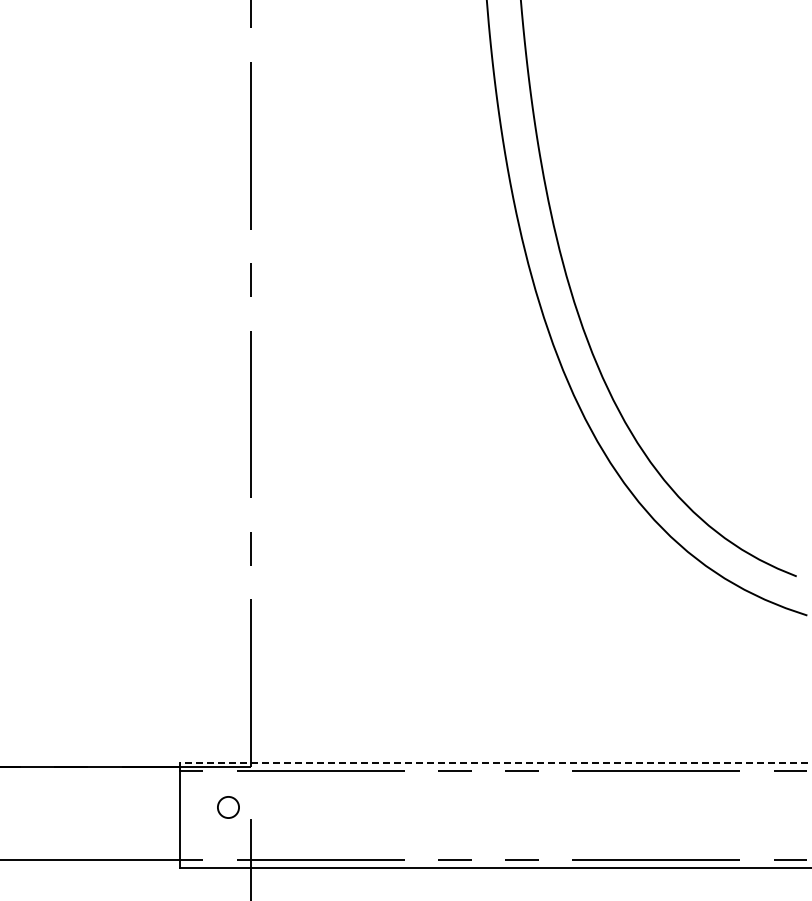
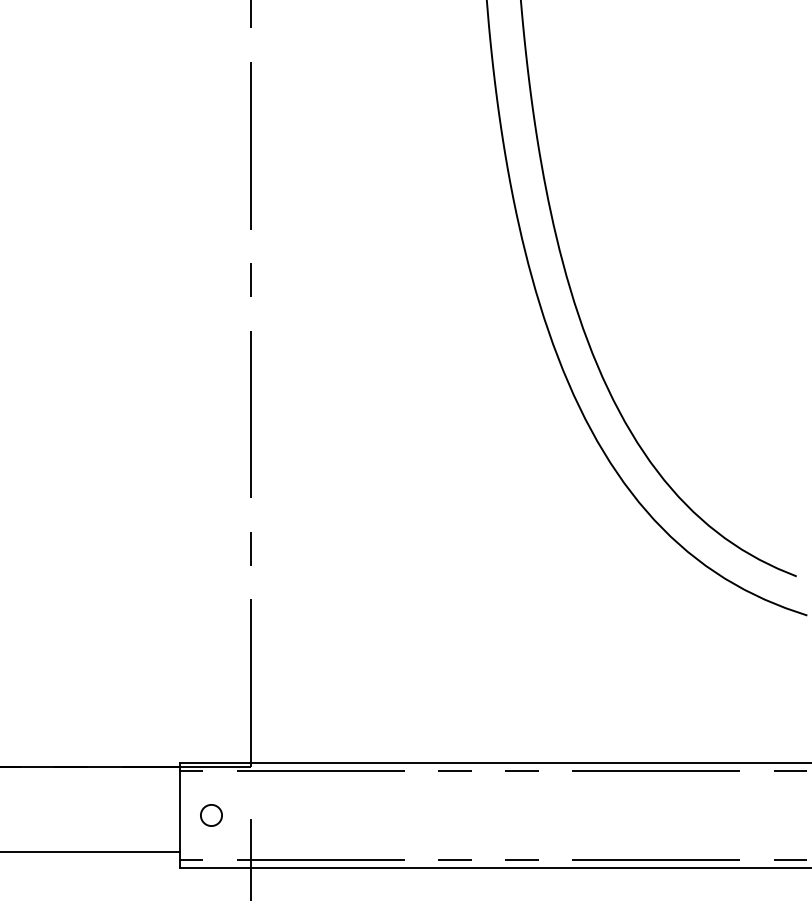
line at (495, 763): dashed -> solid
circle at (228, 807) position: (228, 807) -> (211, 815)
line at (90, 859) position: (90, 859) -> (90, 851)
